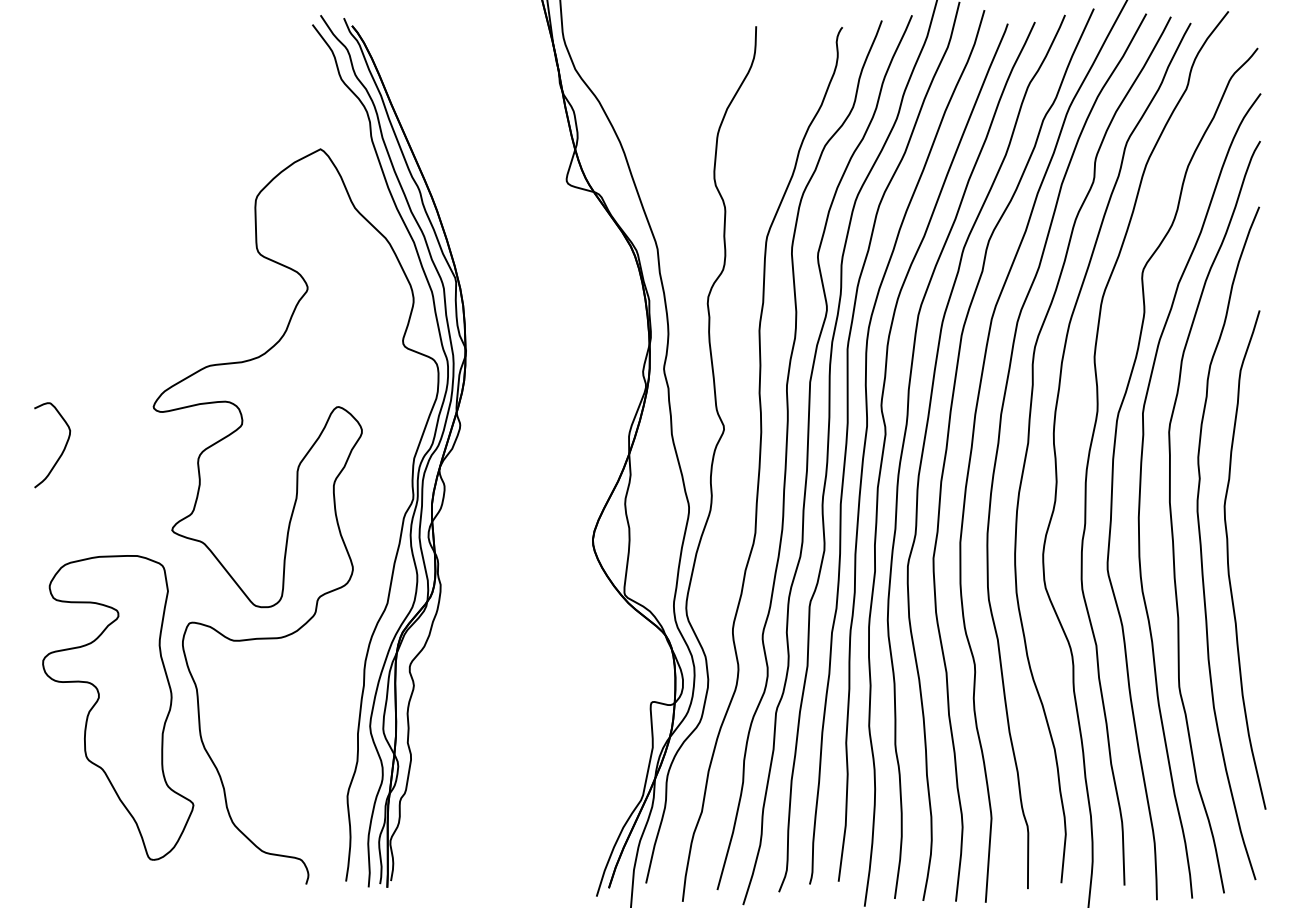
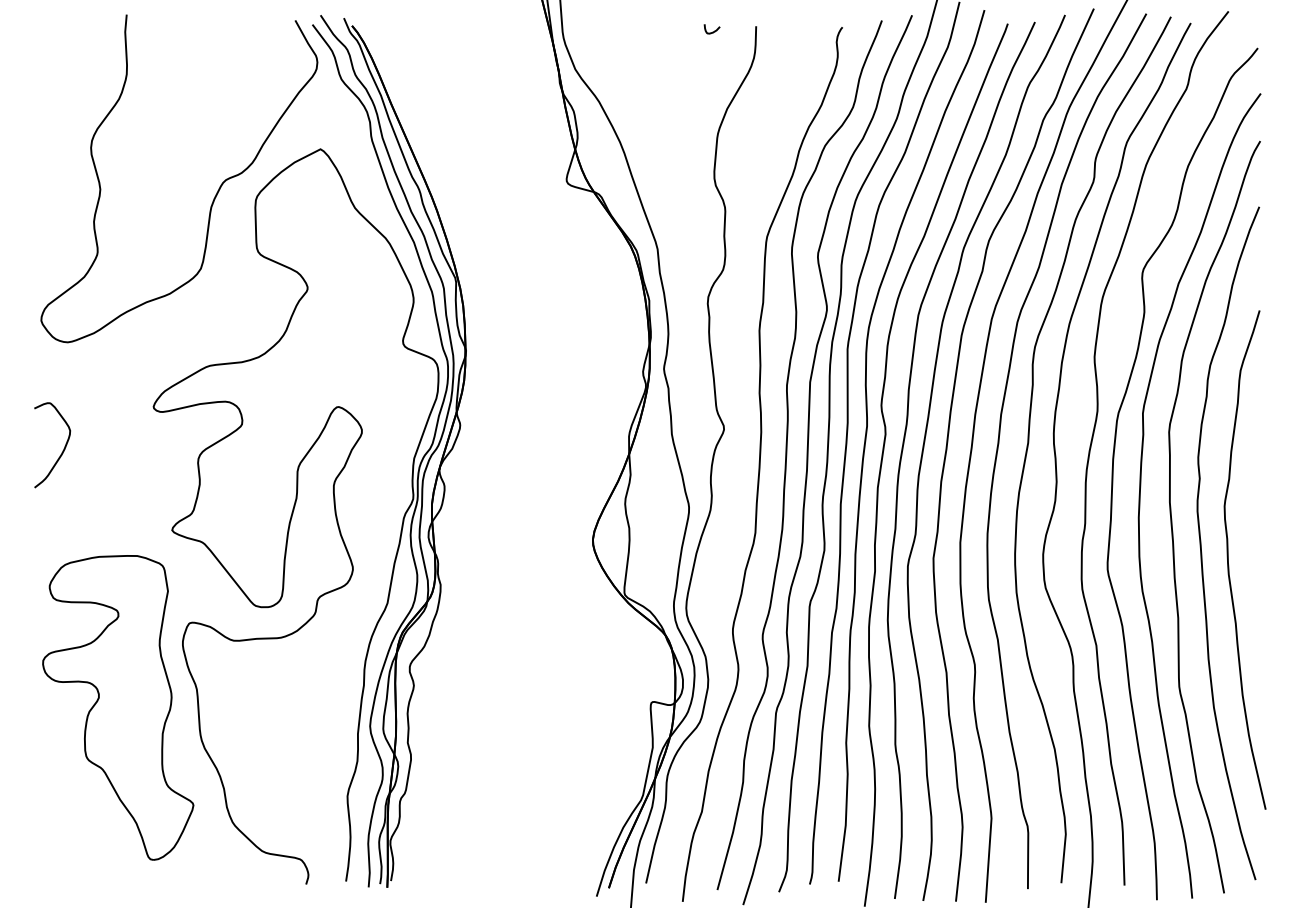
curve at (712, 31): none -> present
curve at (214, 196): none -> present
